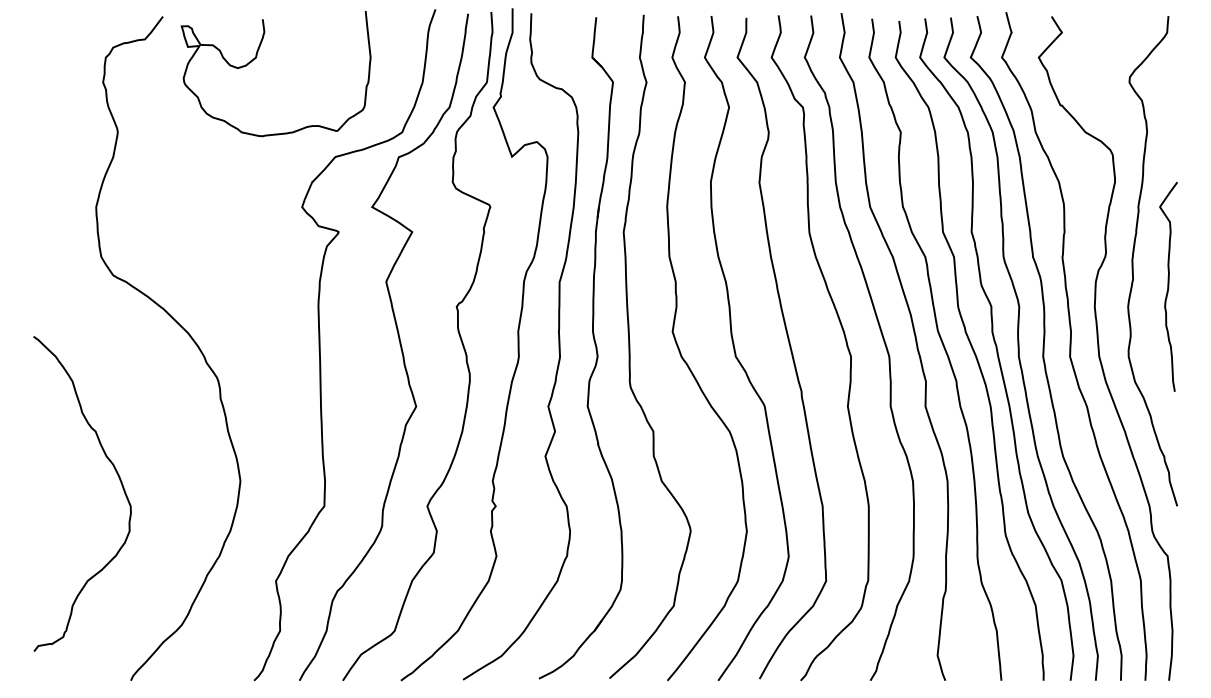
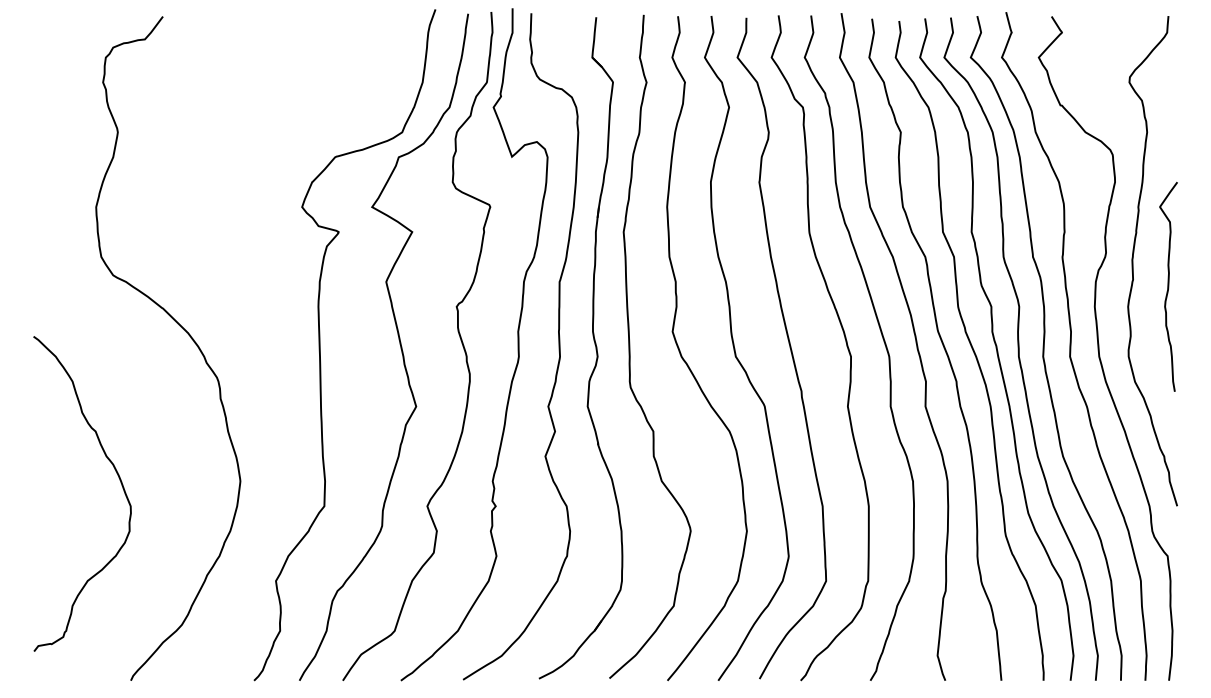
curve at (256, 58): present -> none
